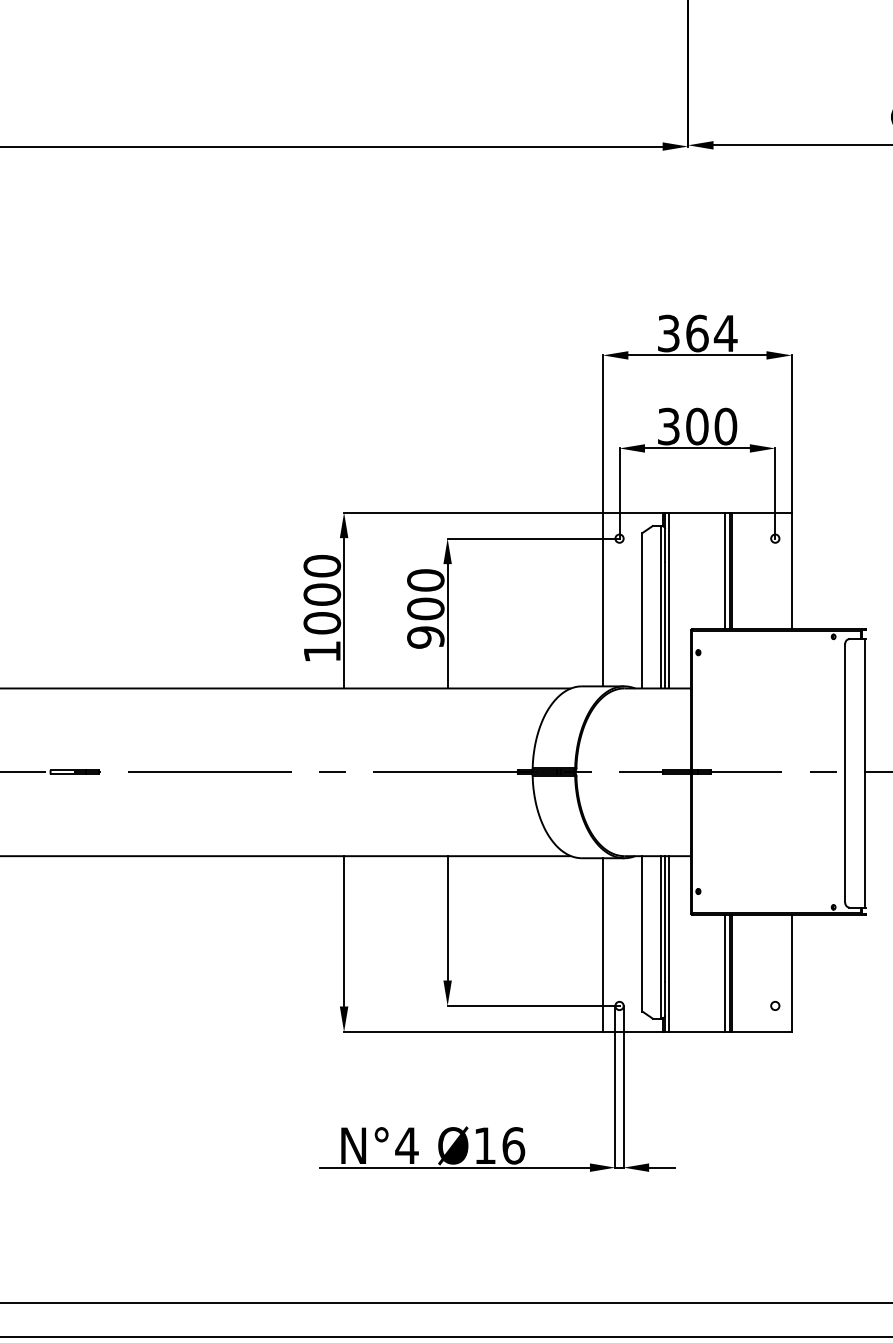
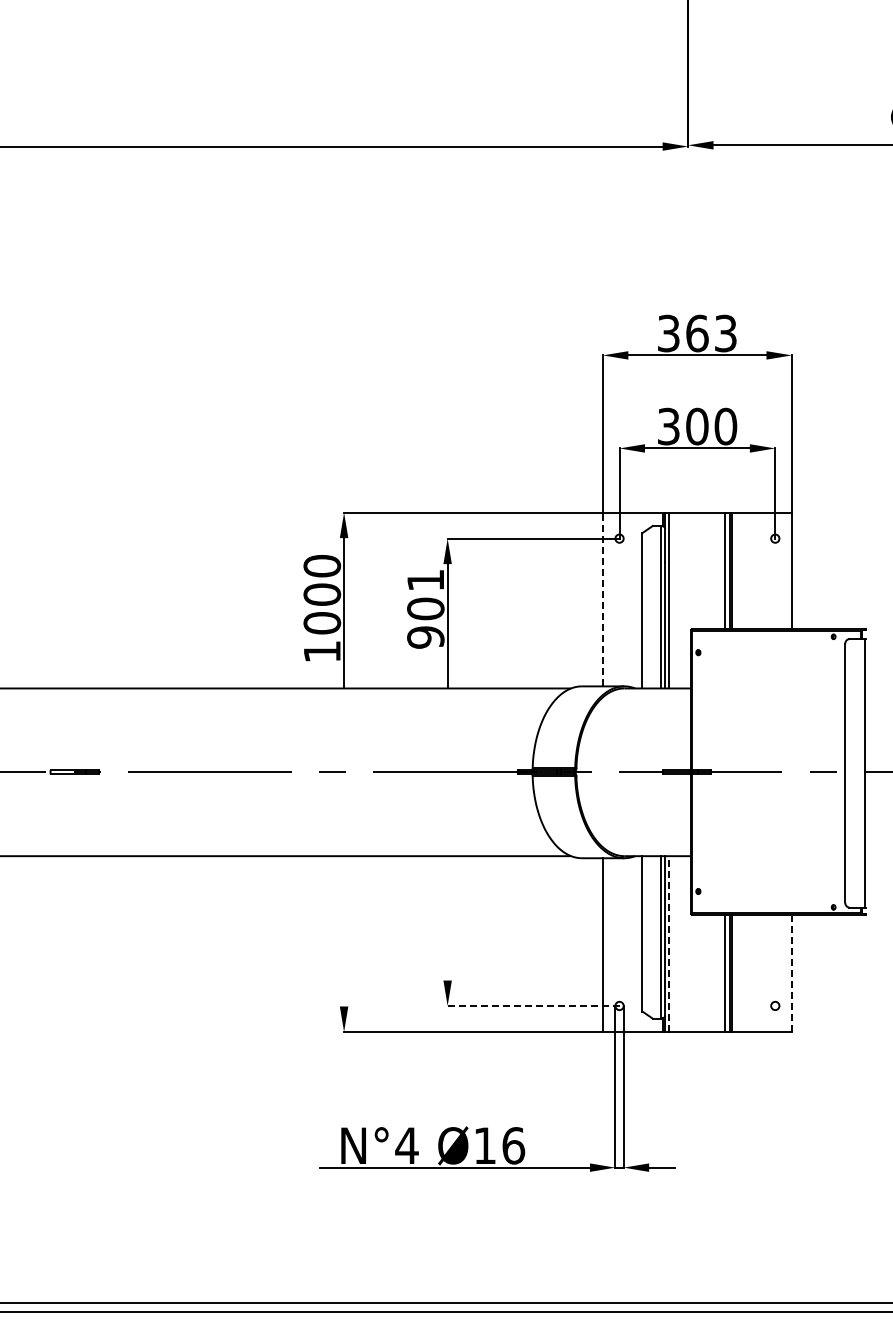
text at (725, 333): 364 -> 363
text at (425, 580): 900 -> 901
line at (602, 599): solid -> dashed
line at (447, 918): present -> none
line at (344, 931): present -> none
line at (669, 944): solid -> dashed
line at (791, 973): solid -> dashed
line at (533, 1005): solid -> dashed
line at (445, 1336) position: (445, 1336) -> (445, 1311)
